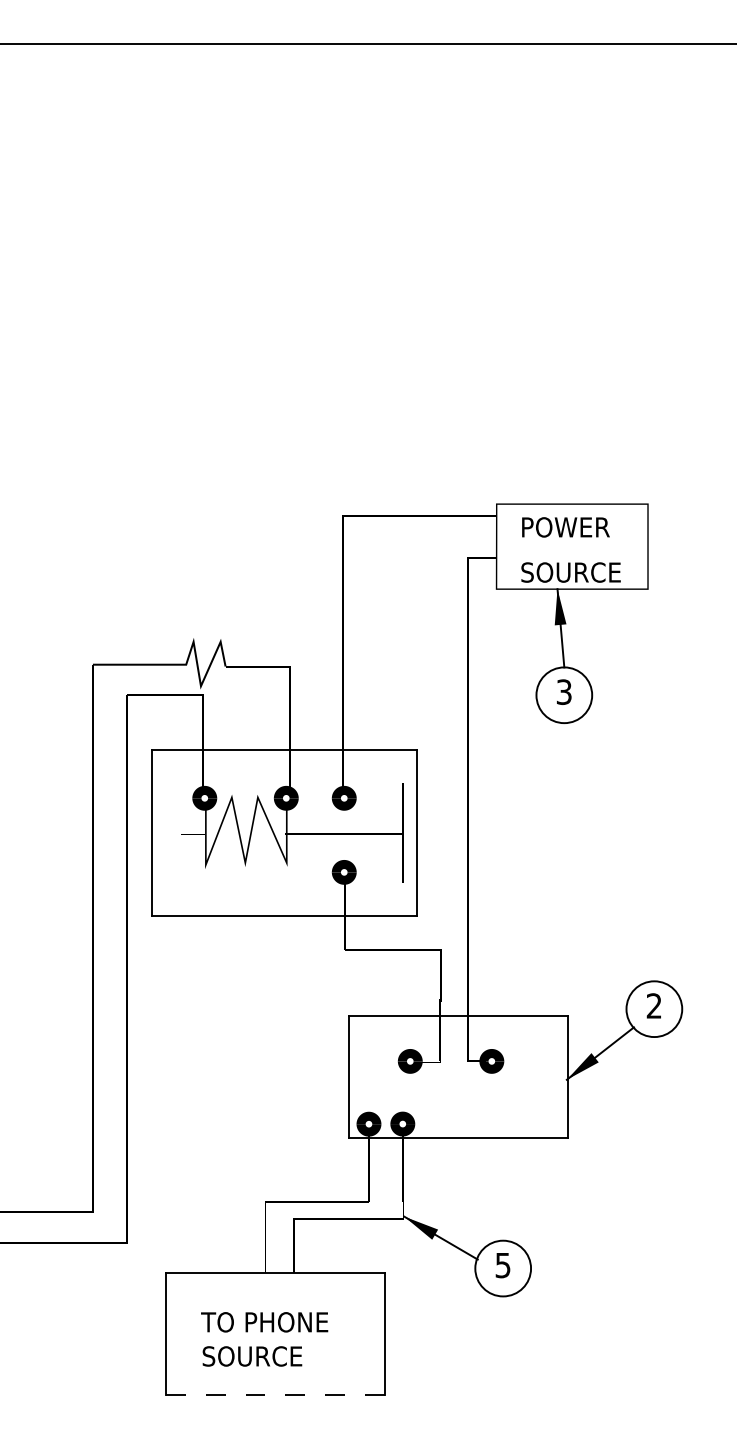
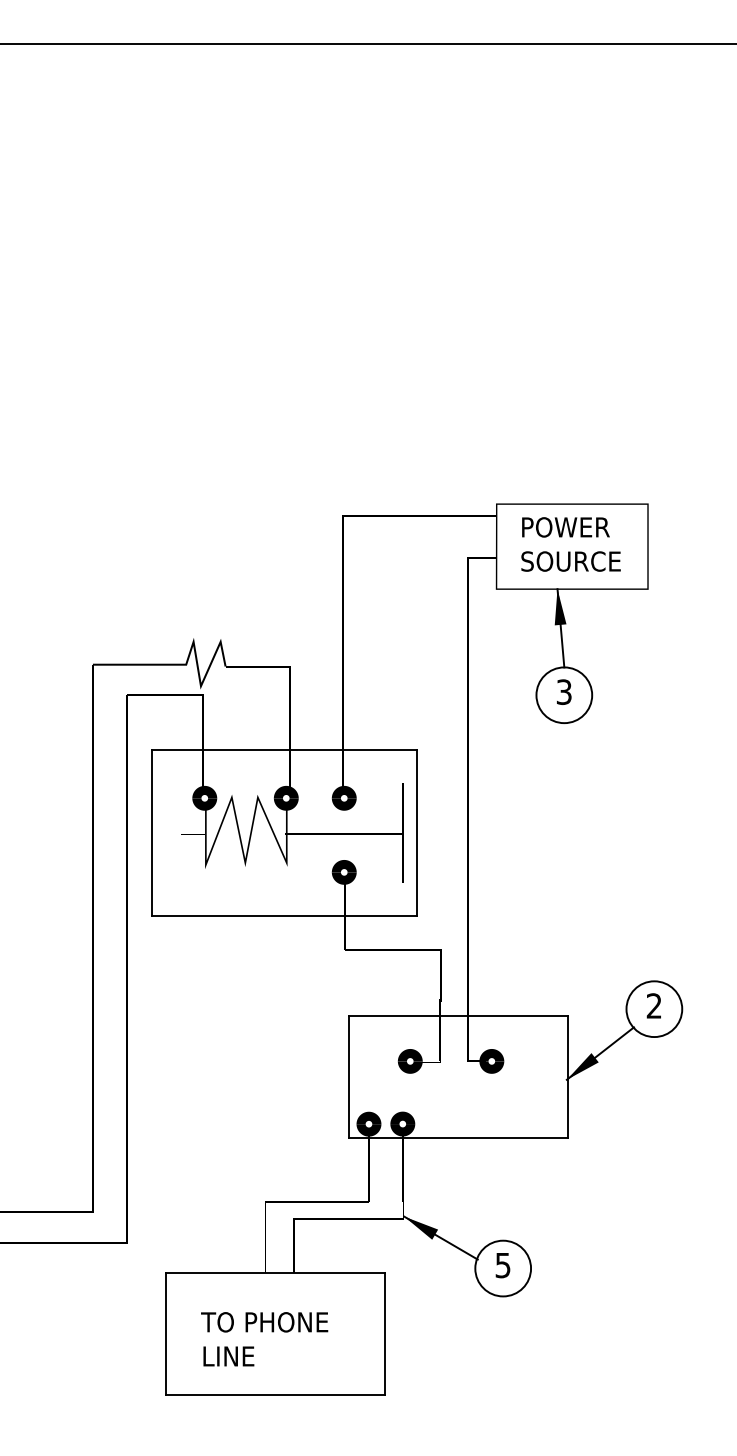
text at (570, 572) position: (570, 572) -> (570, 561)
text at (252, 1356): SOURCE -> LINE
line at (275, 1394): dashed -> solid
